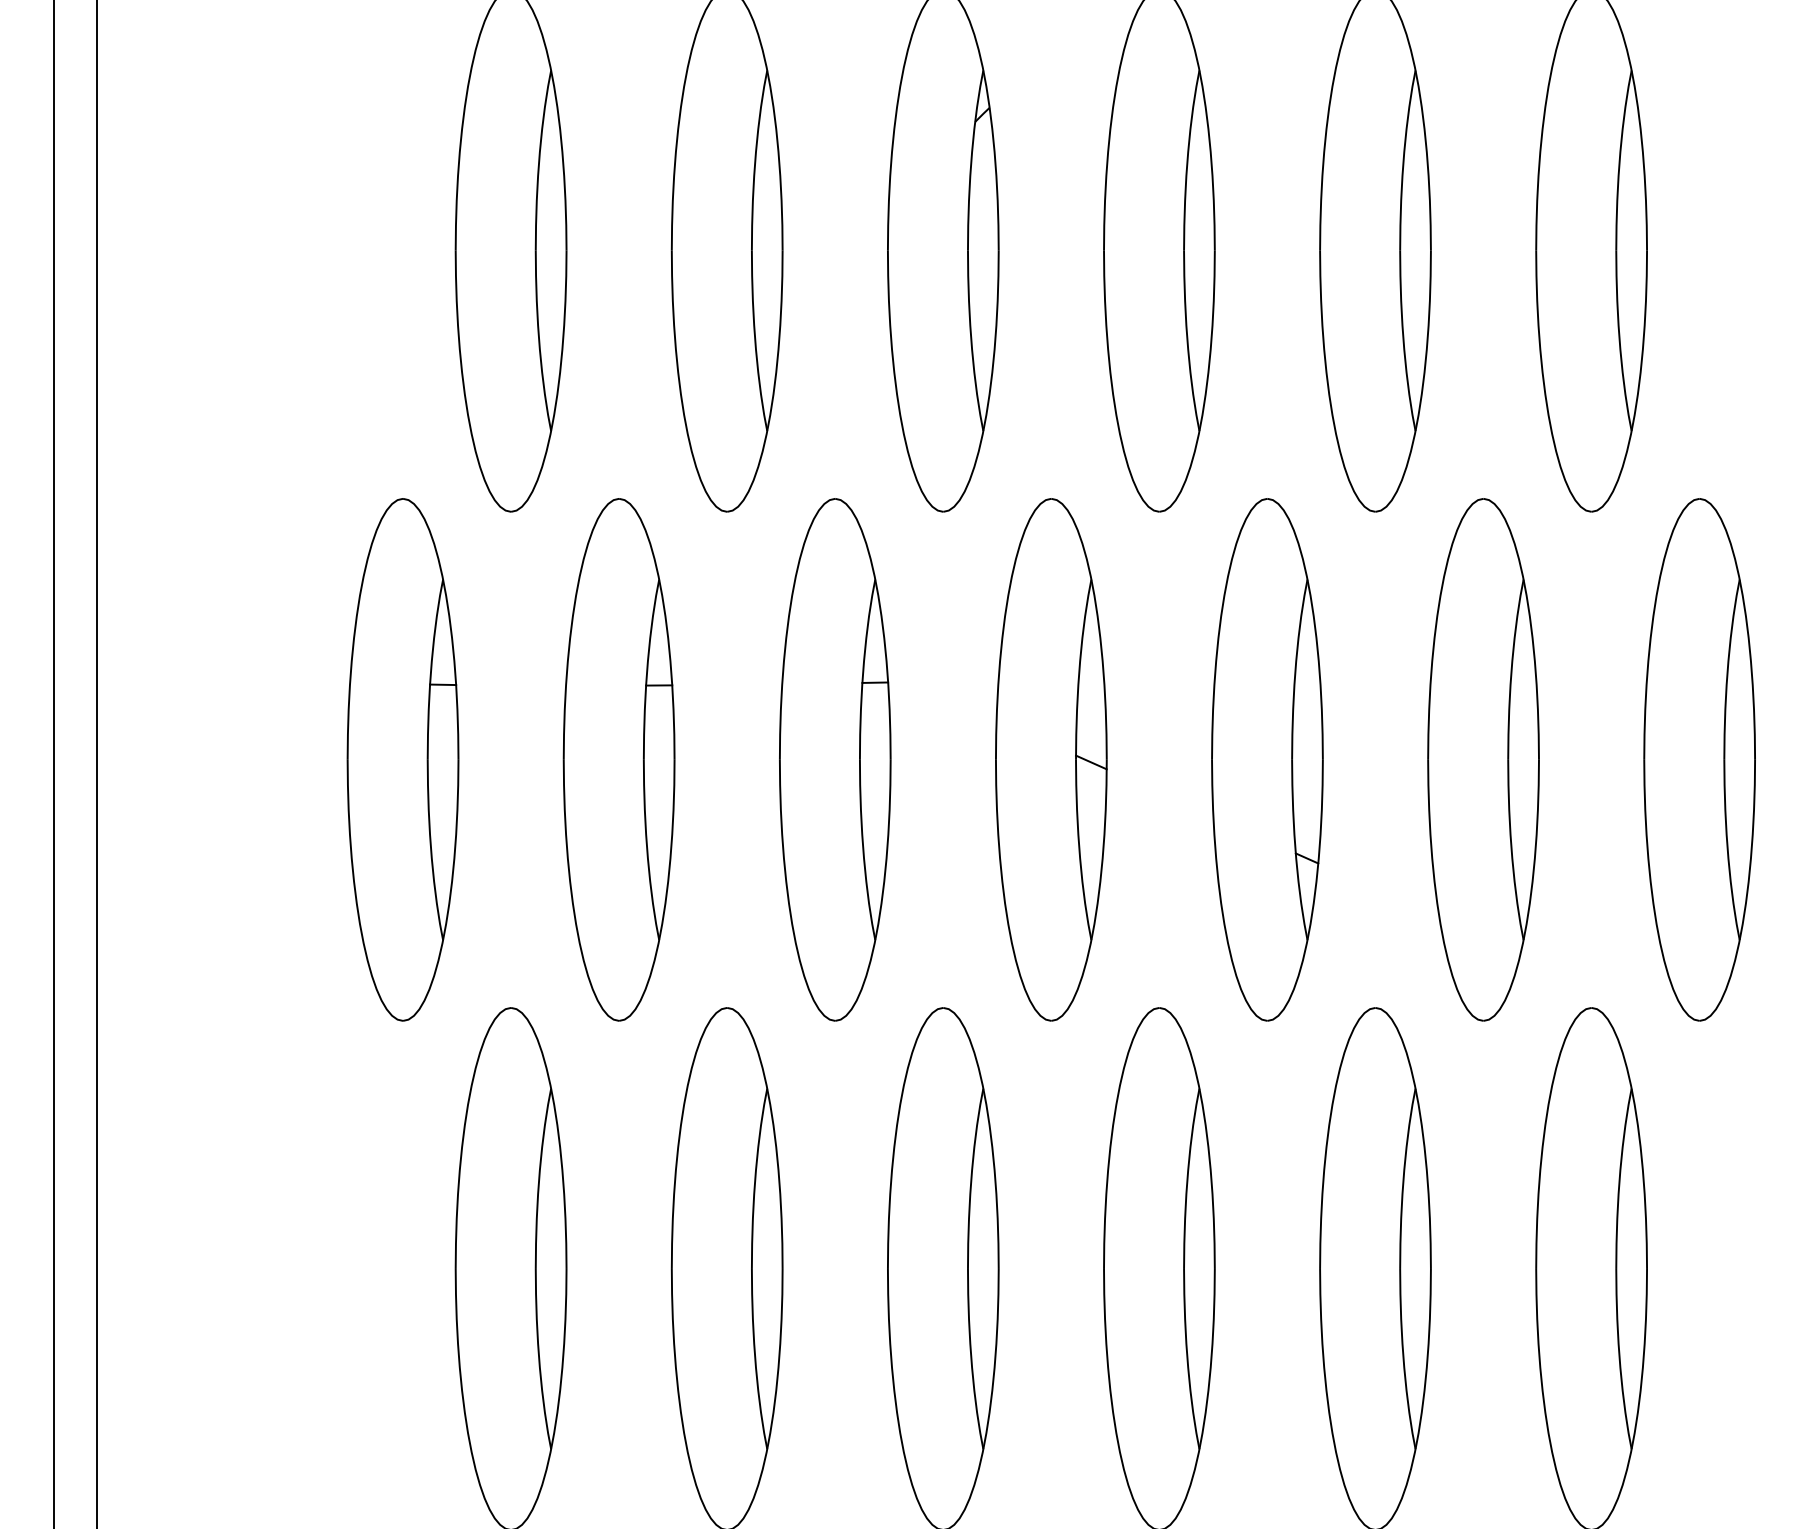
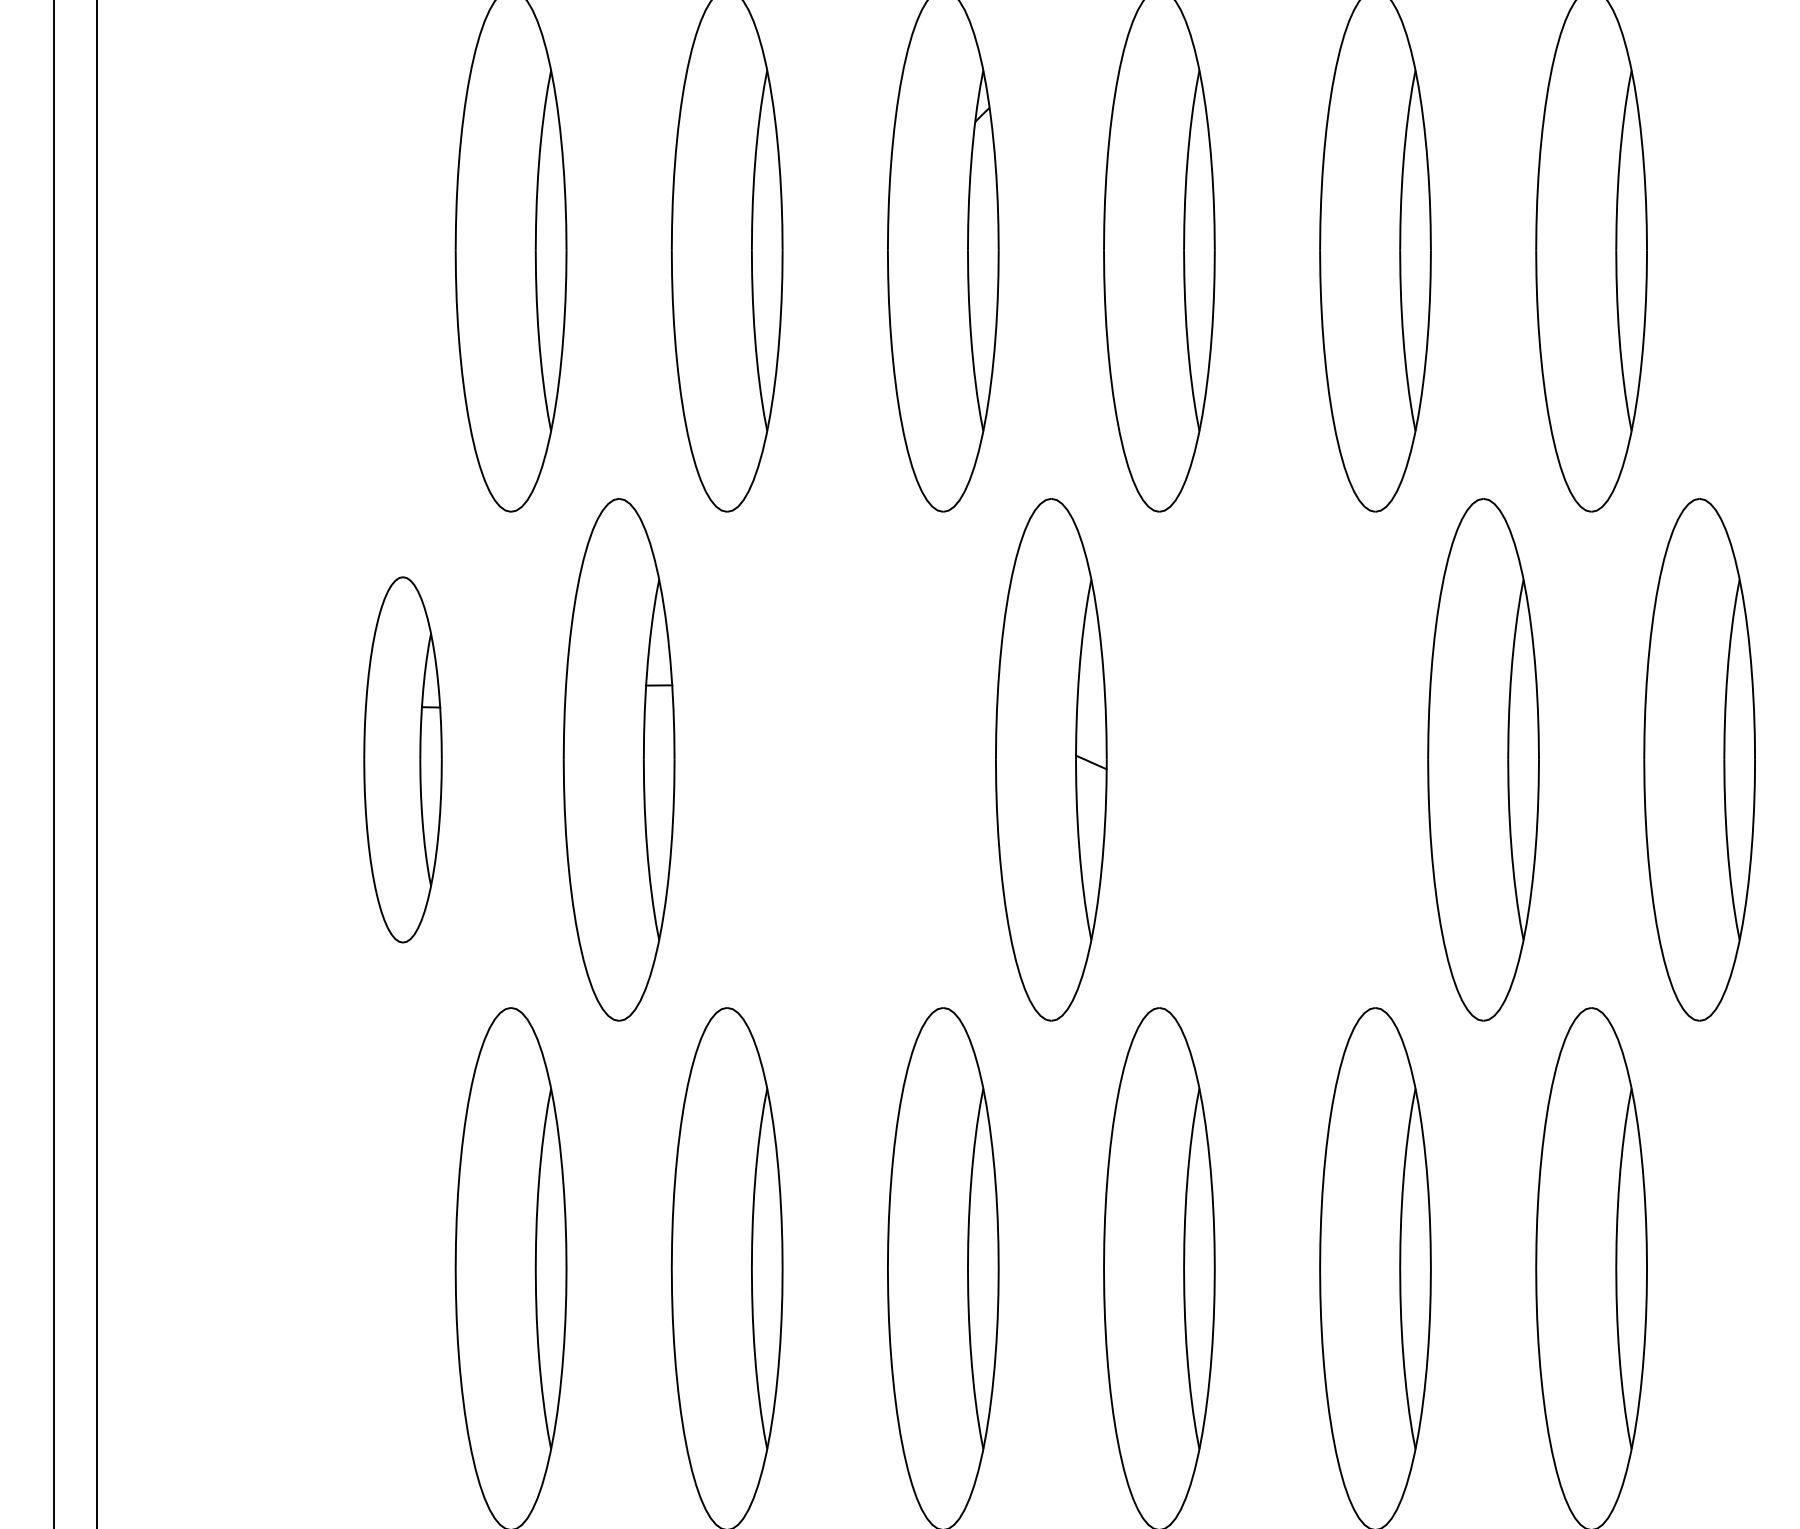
part at (402, 759) size: 114x524 px -> 80x368 px
part at (835, 759): present -> none
part at (1267, 759): present -> none
